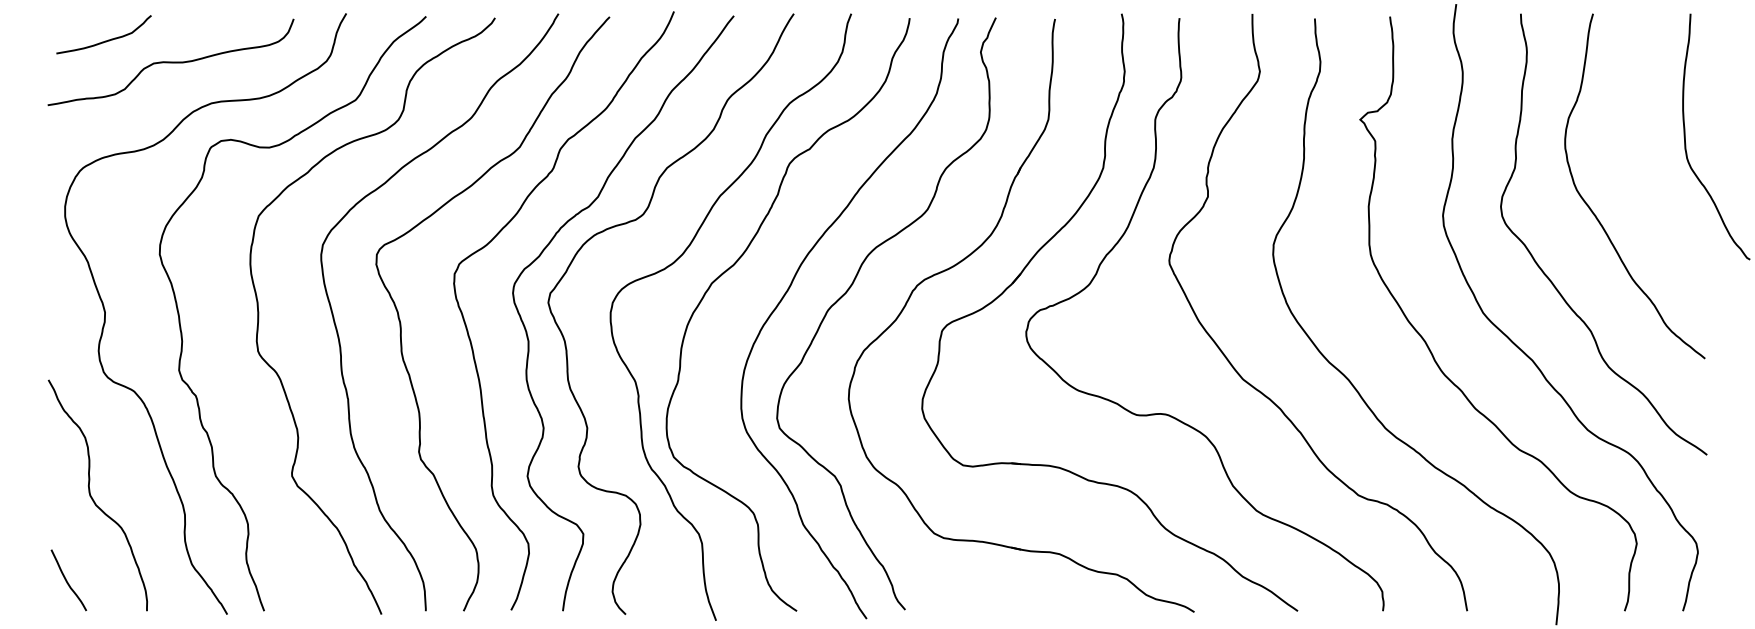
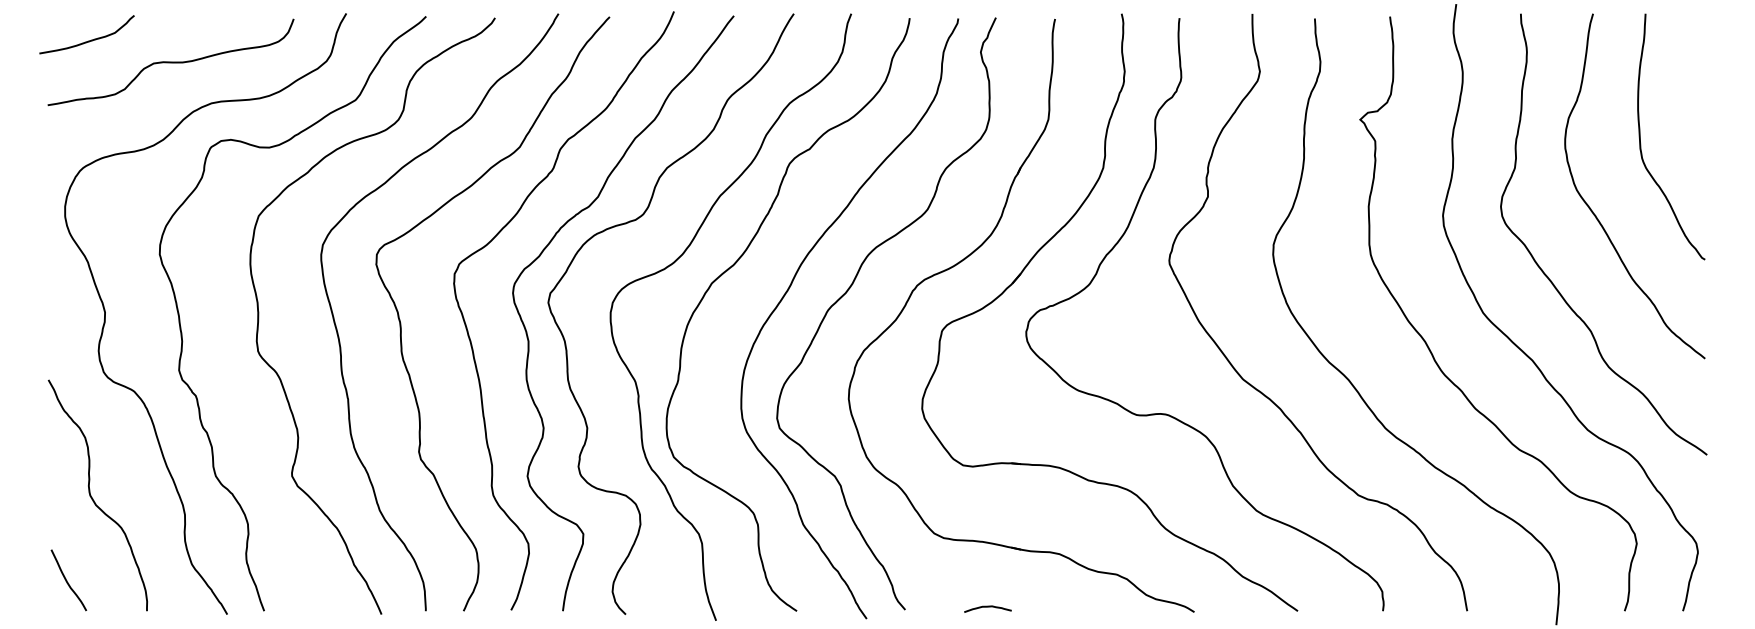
curve at (105, 40) position: (105, 40) -> (88, 40)
curve at (1685, 136) position: (1685, 136) -> (1640, 136)
curve at (987, 607): none -> present
